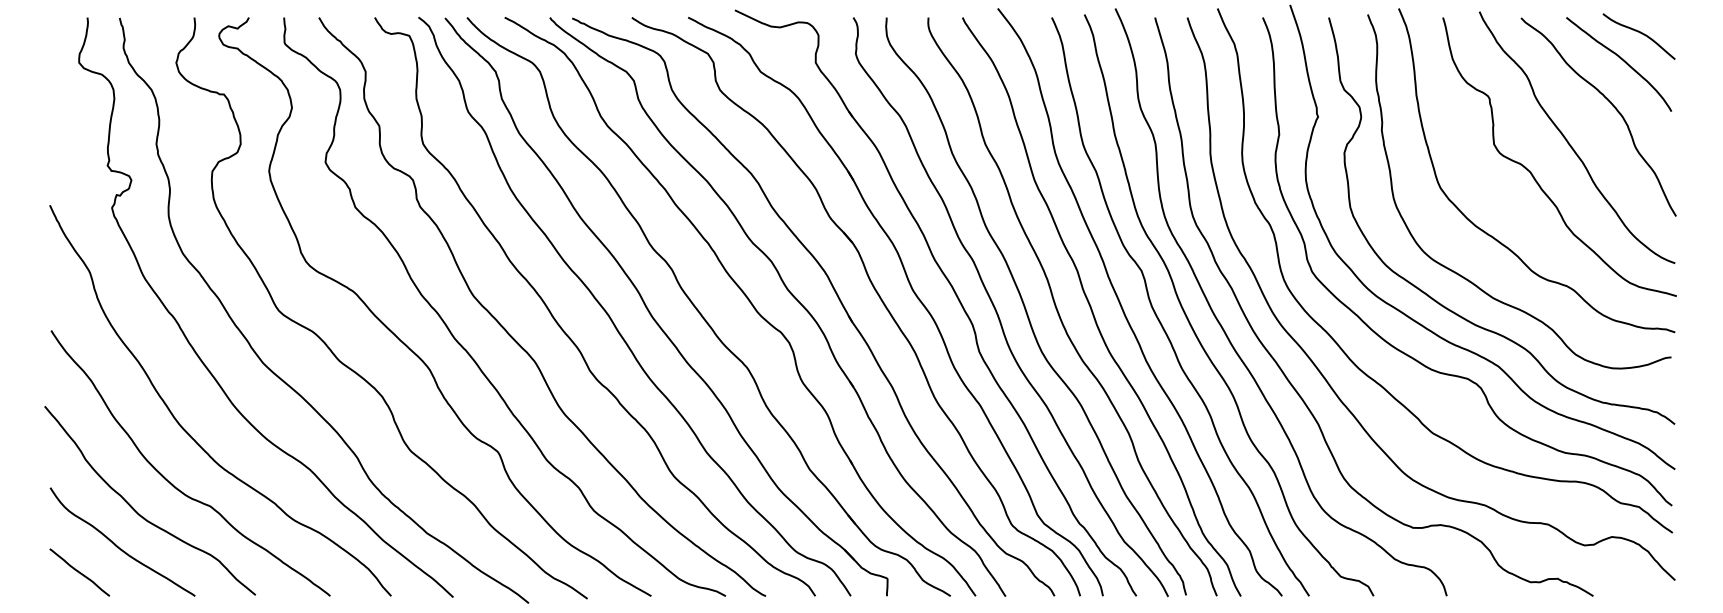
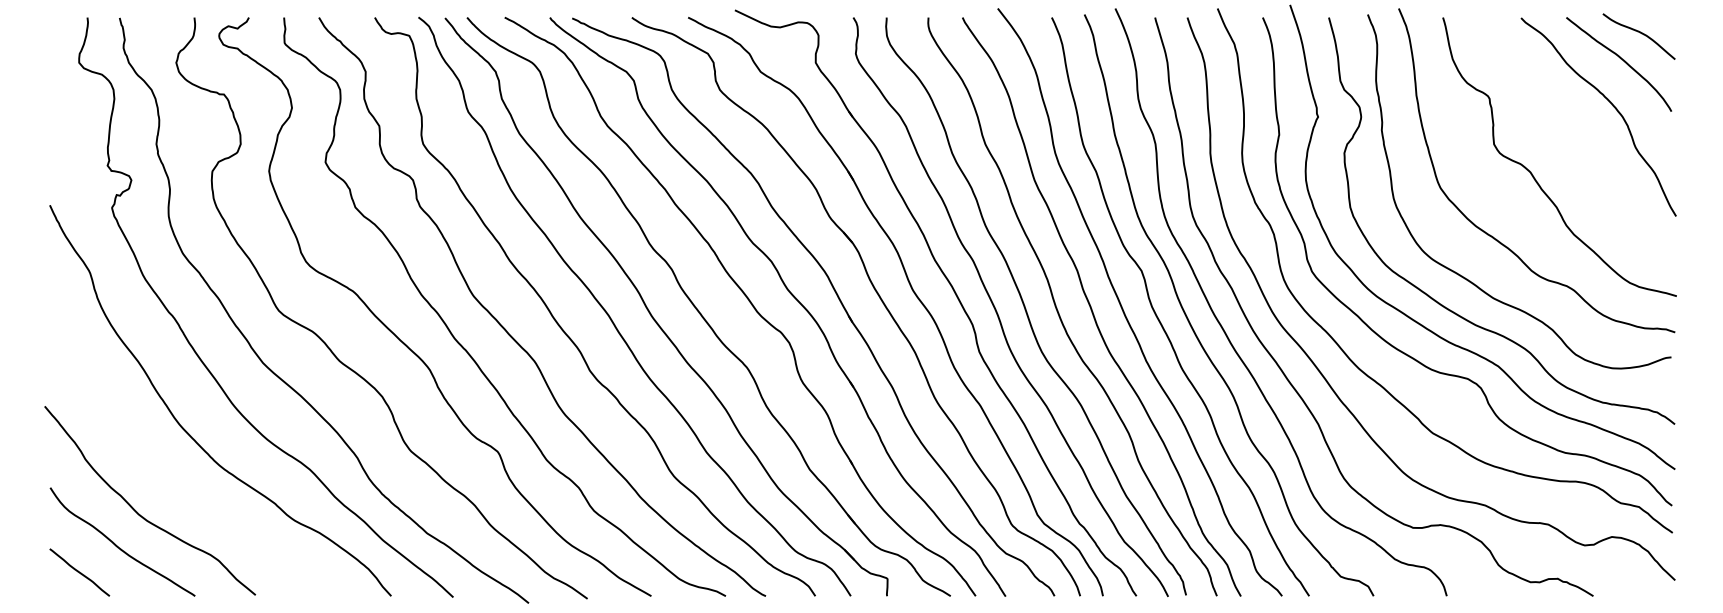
curve at (1569, 142): present -> none
curve at (171, 482): present -> none
